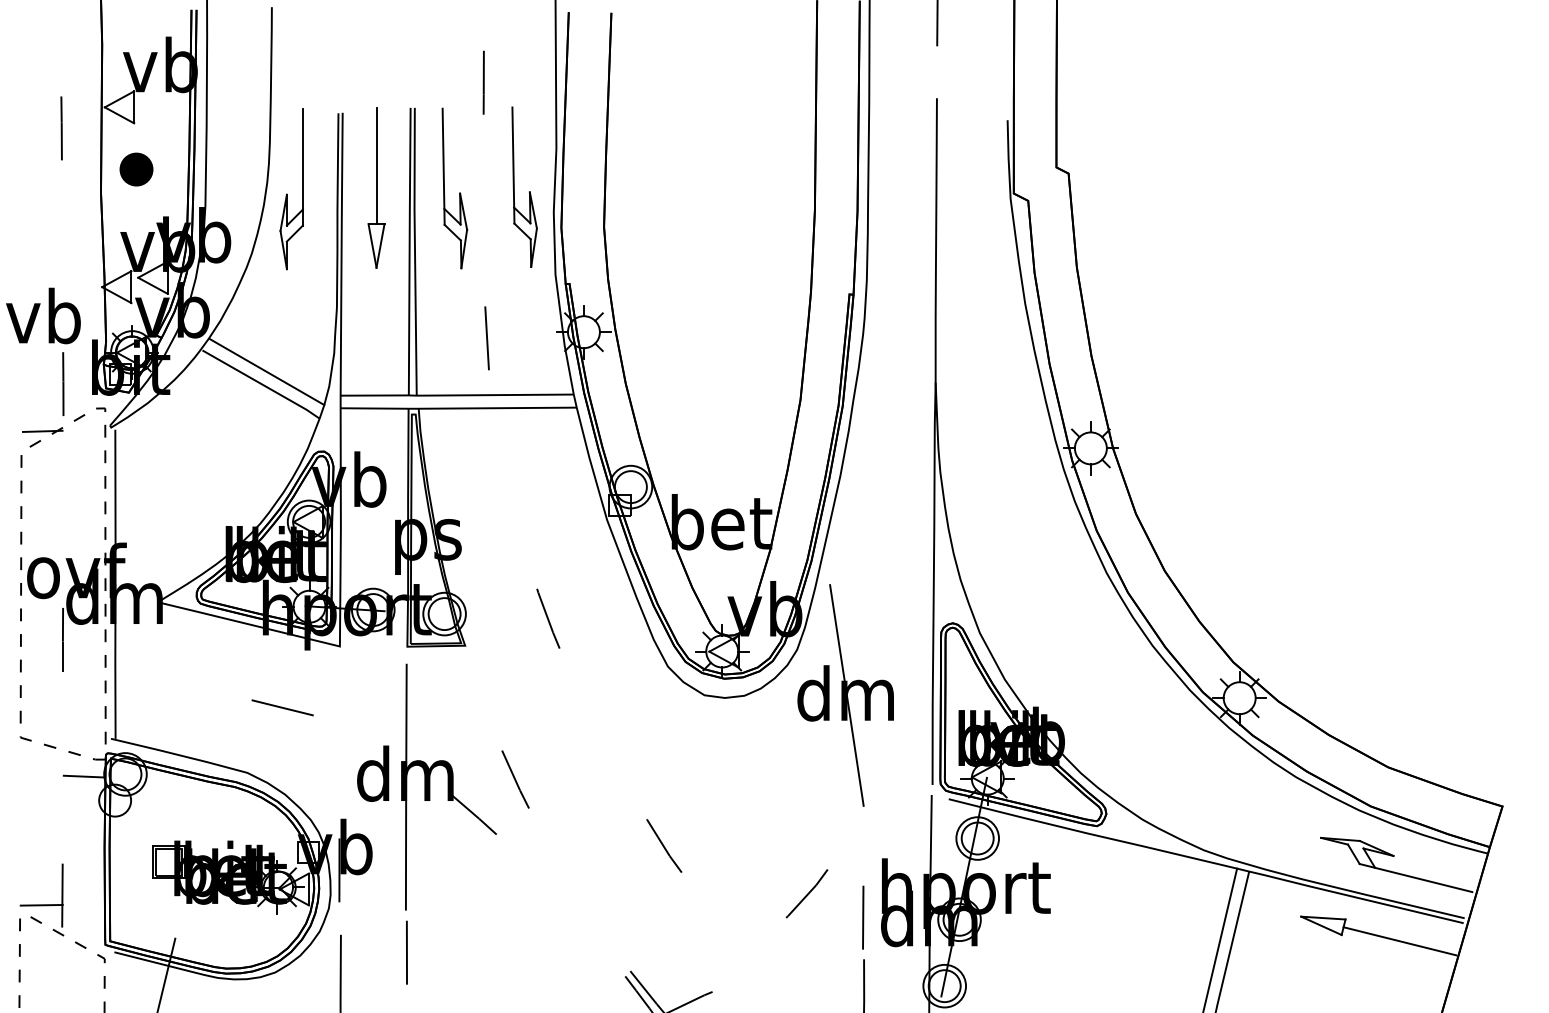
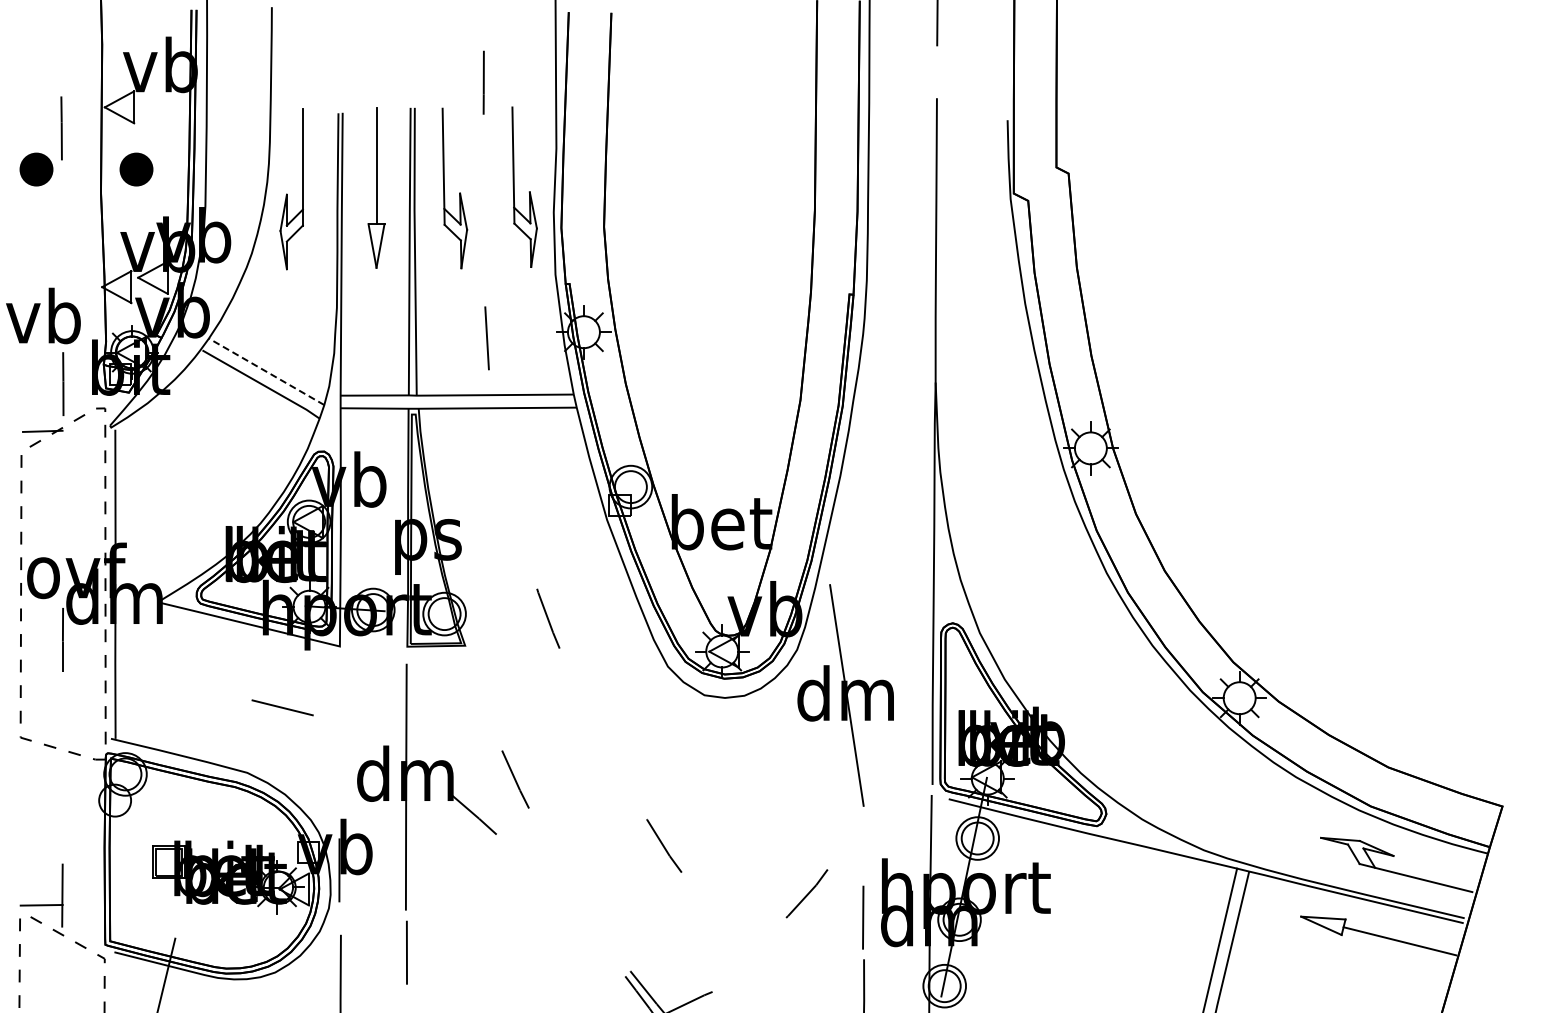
part at (36, 169): none -> present
line at (266, 371): solid -> dashed
line at (83, 776): present -> none
